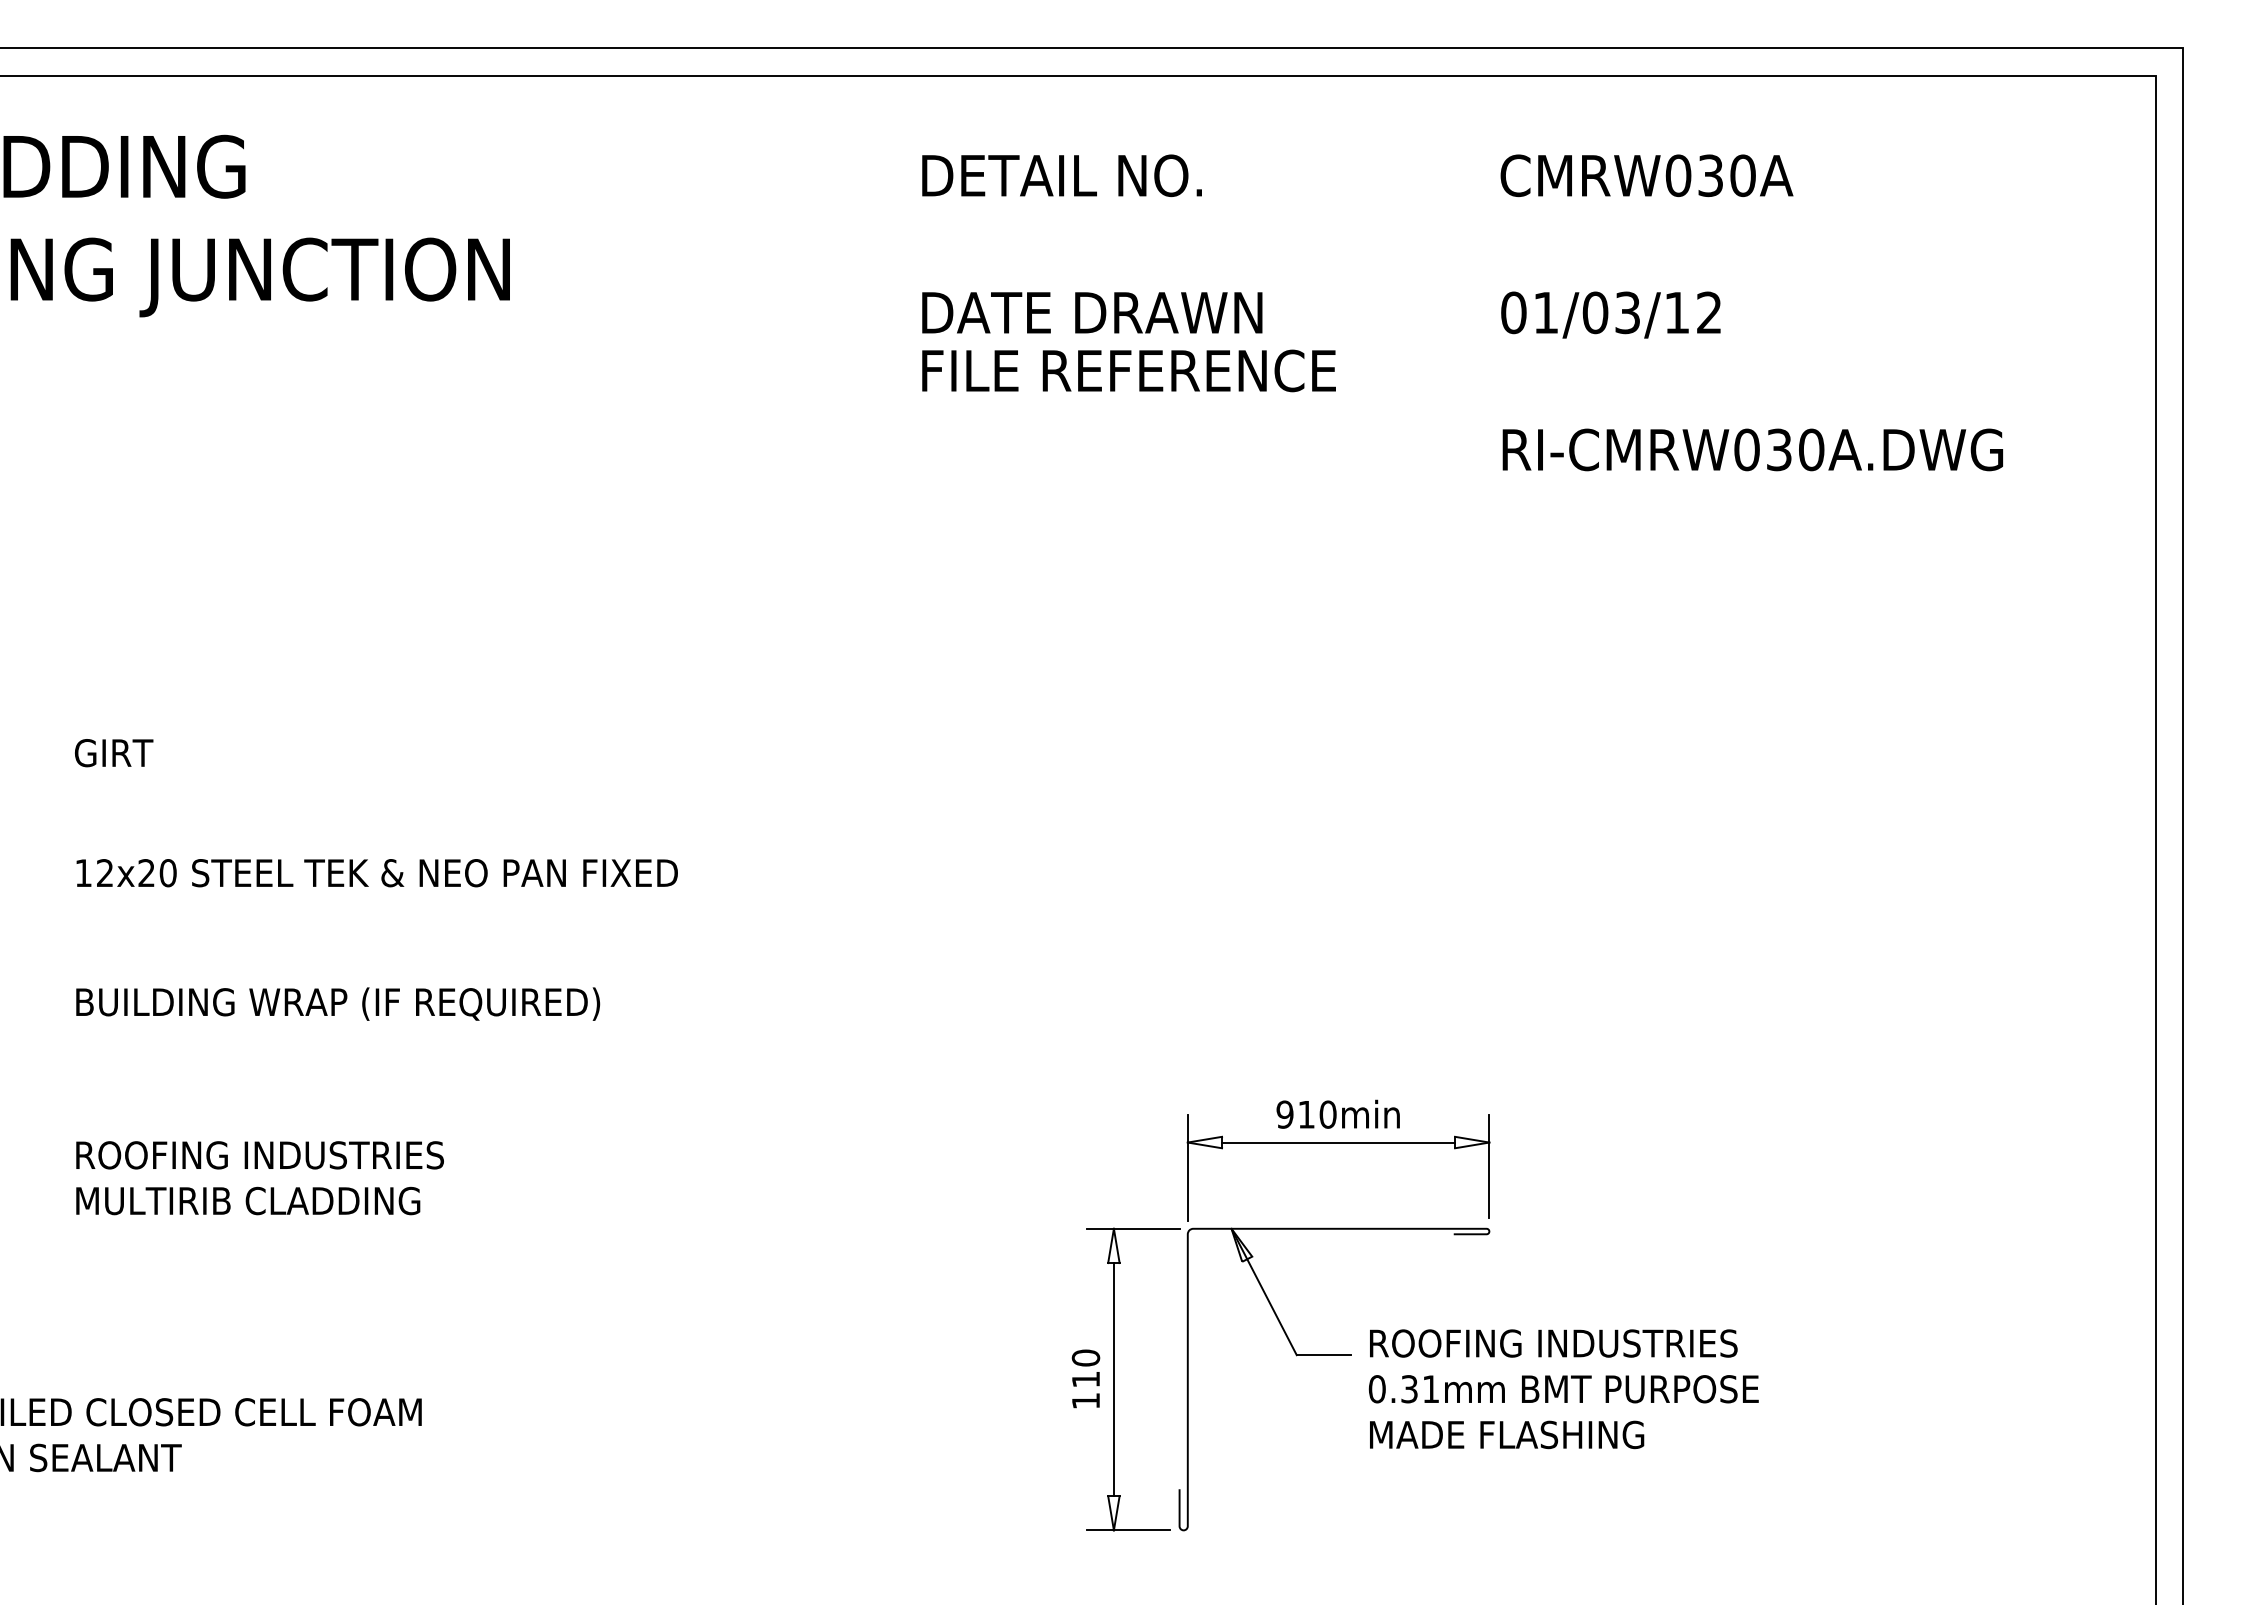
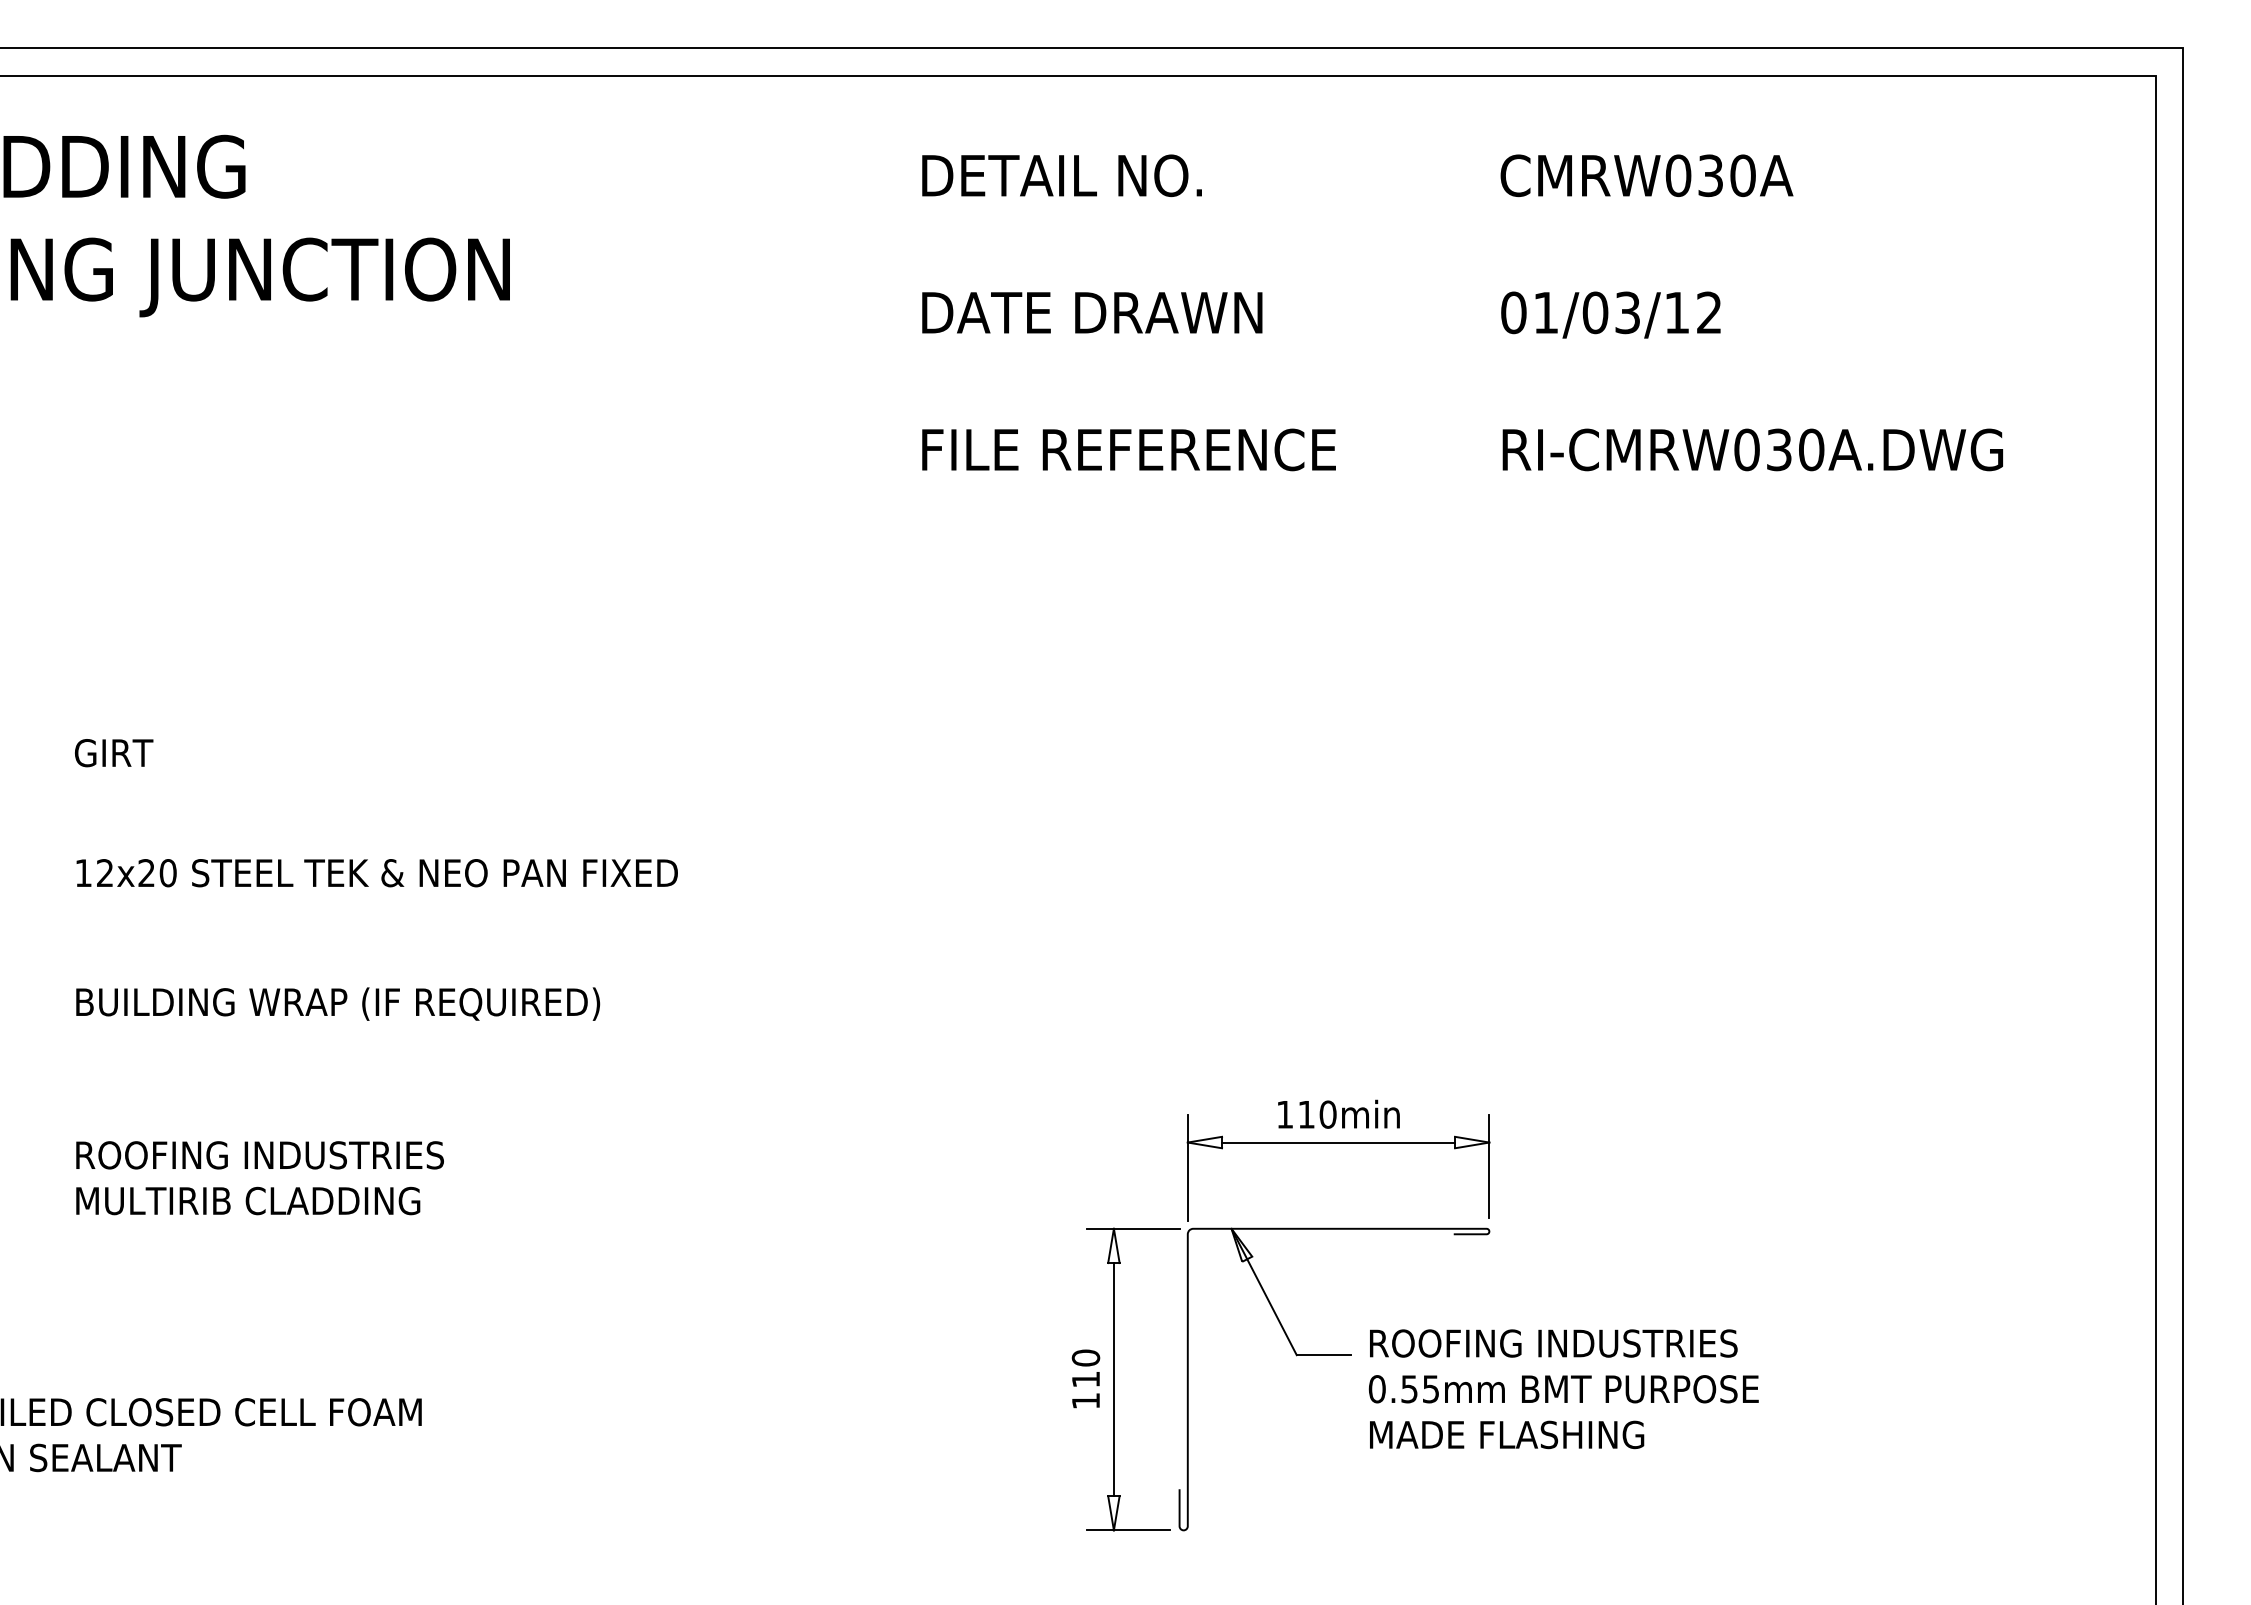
text at (1128, 370) position: (1128, 370) -> (1128, 449)
text at (1284, 1114): 910min -> 110min
text at (1420, 1389): 0.31mm -> 0.55mm
